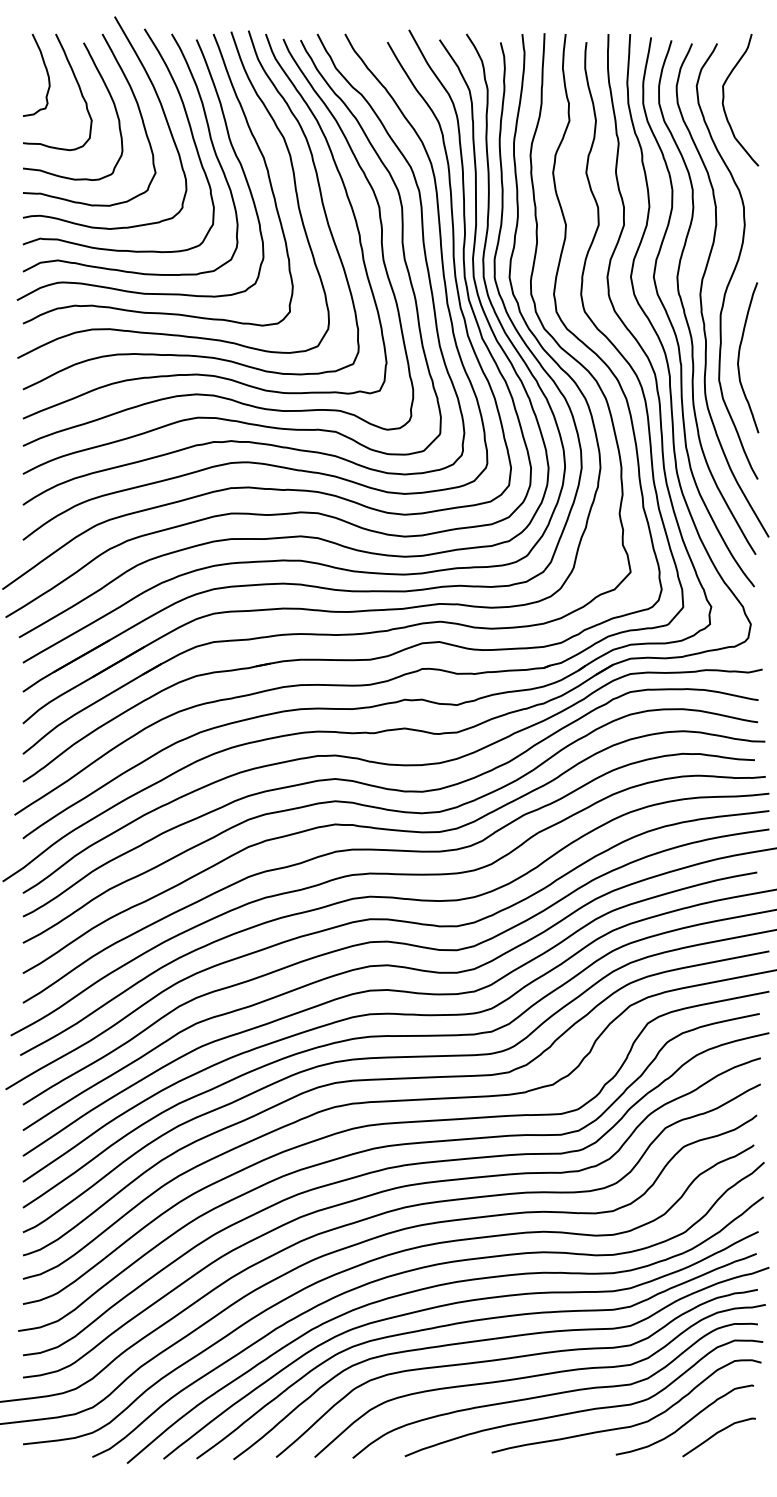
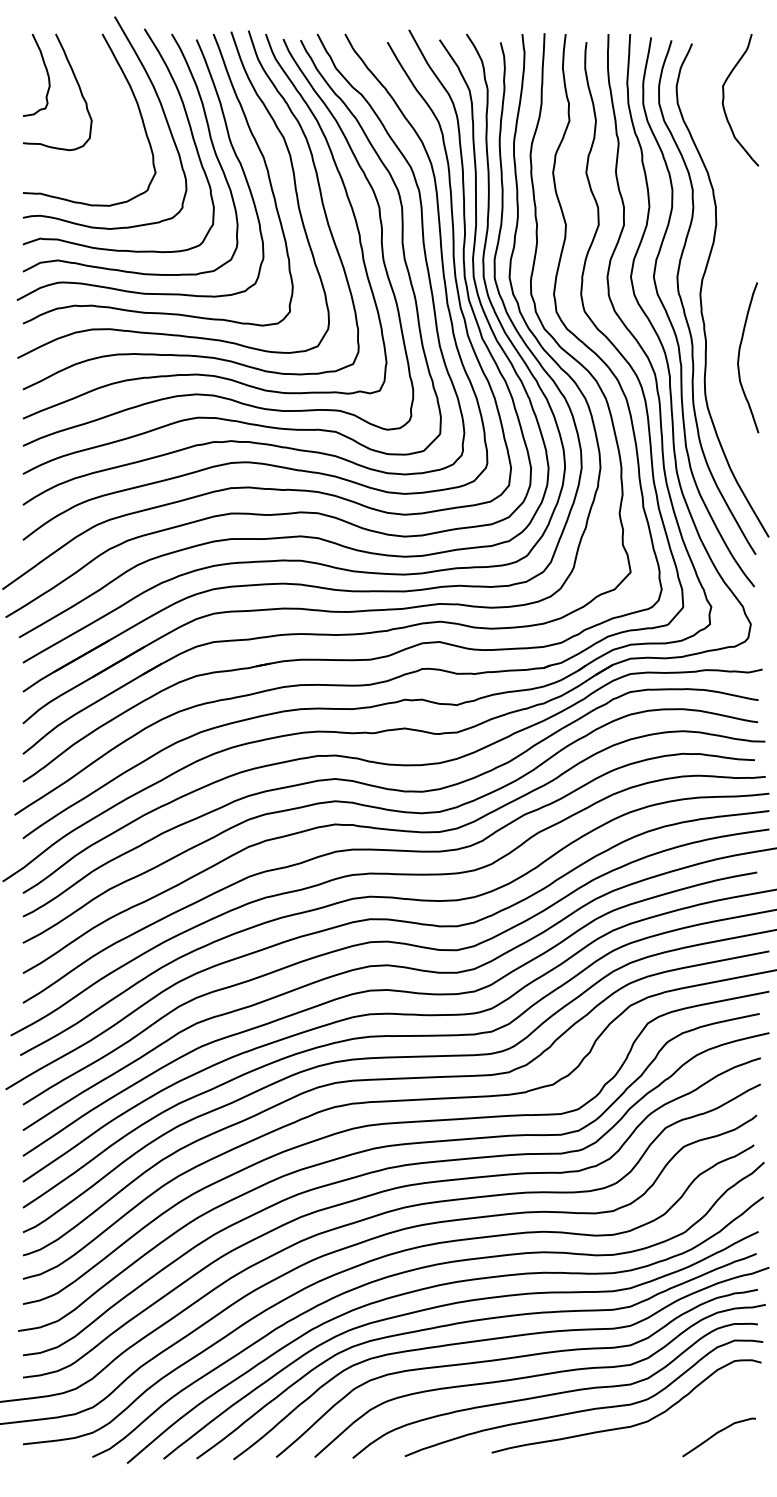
curve at (108, 93): present -> none
curve at (734, 266): present -> none
curve at (686, 1421): present -> none
